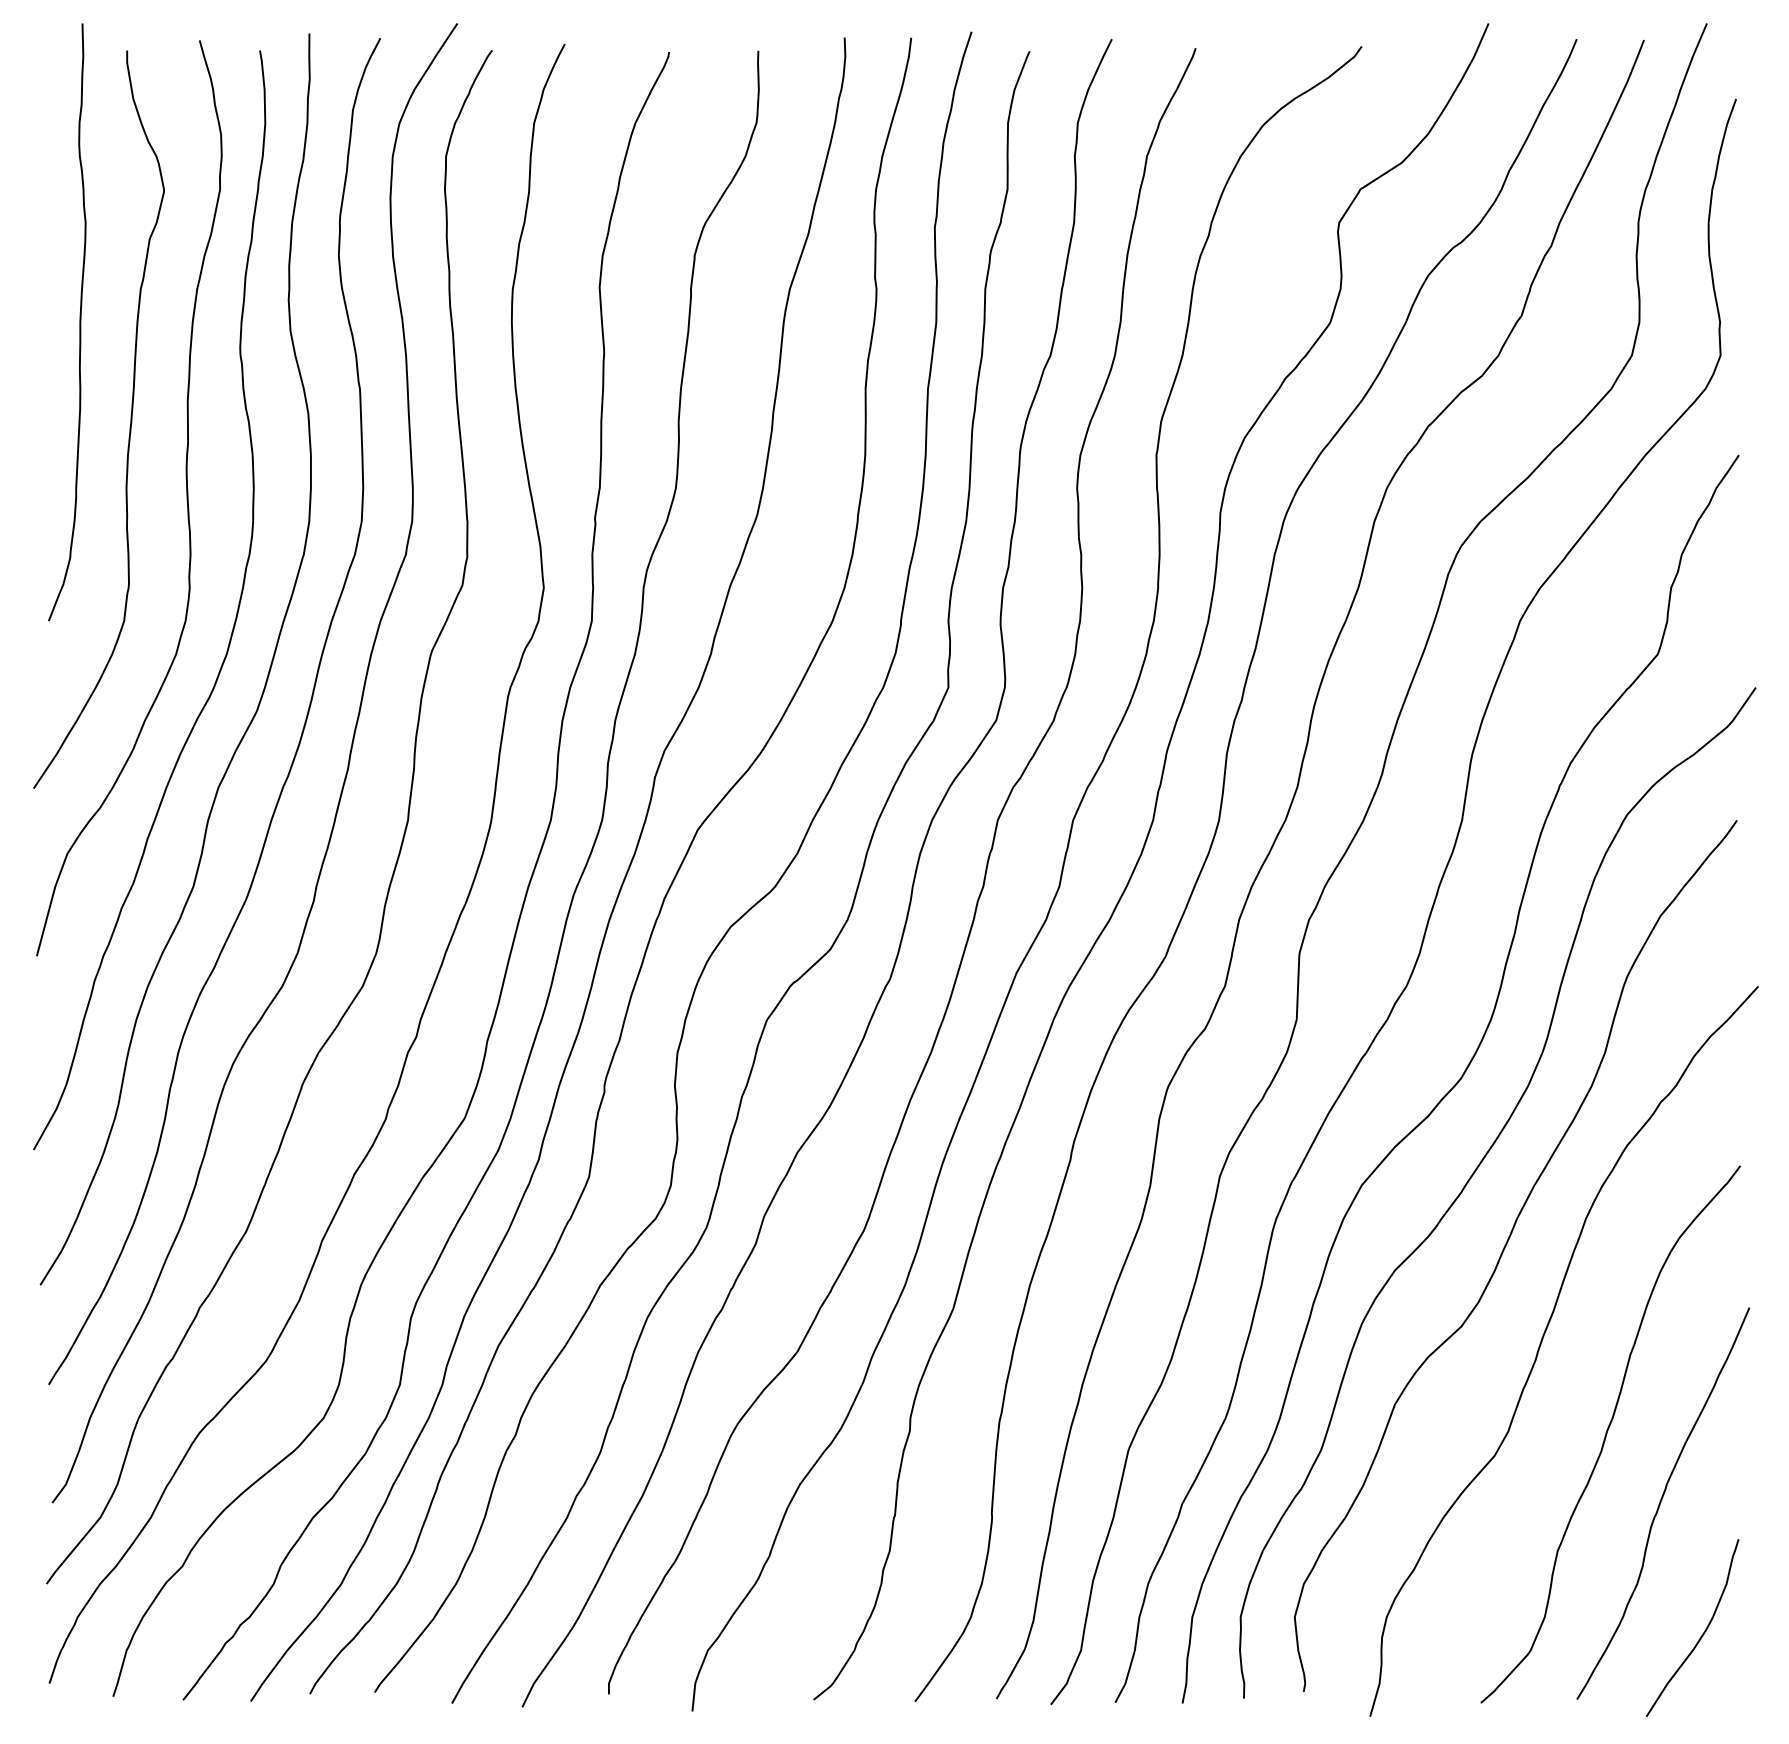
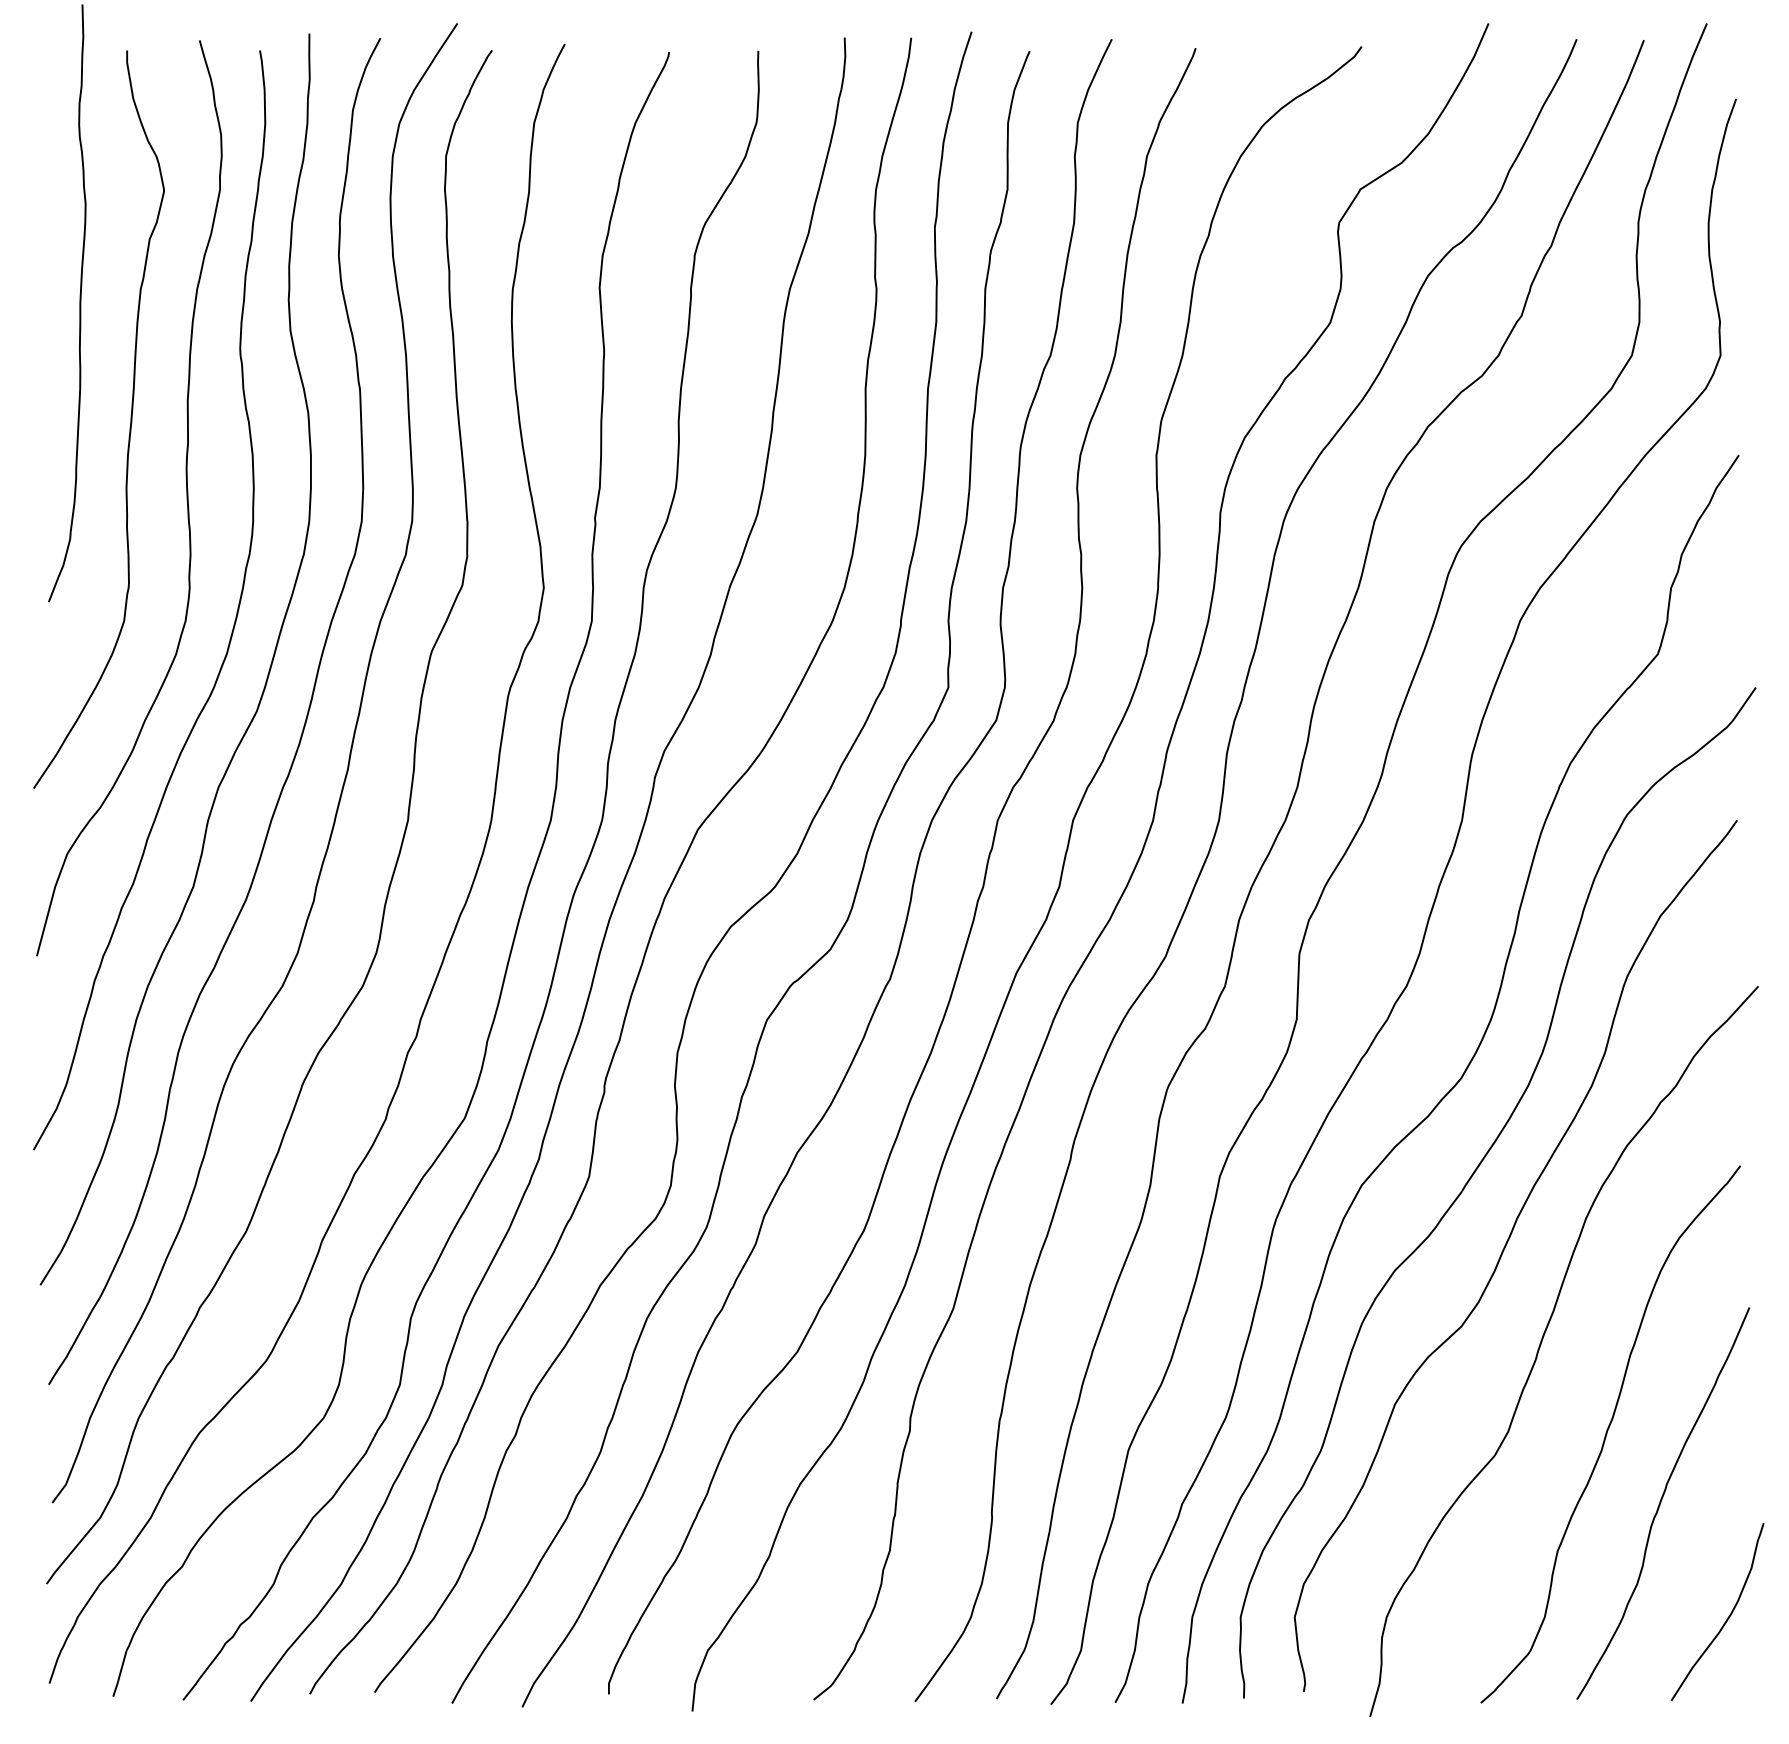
curve at (79, 322) position: (79, 322) -> (79, 303)
curve at (1702, 1633) position: (1702, 1633) -> (1727, 1617)
